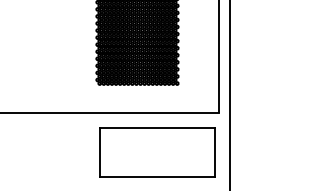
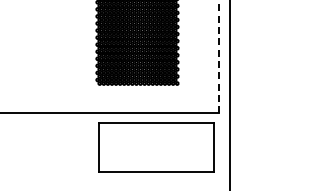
line at (218, 56): solid -> dashed
part at (157, 152) position: (157, 152) -> (156, 147)
